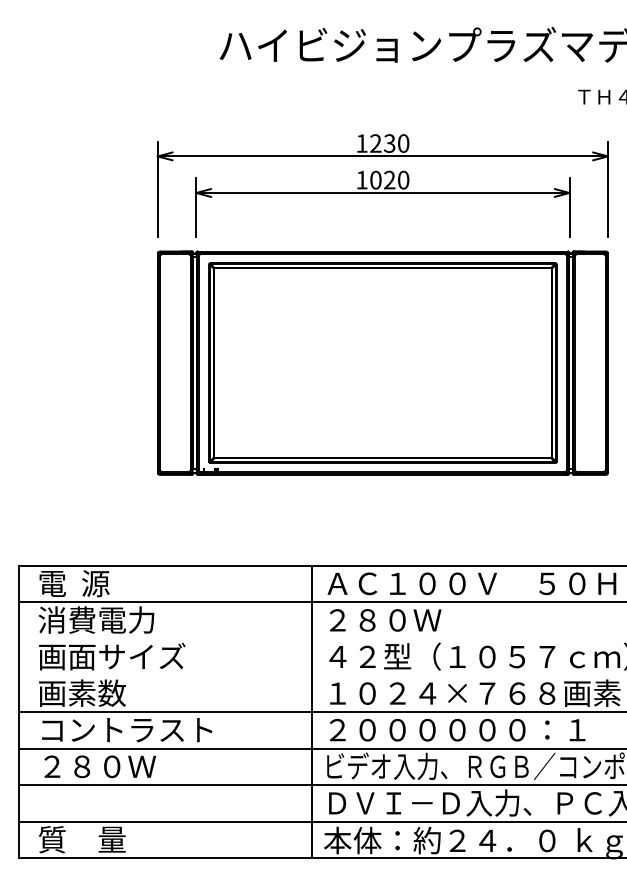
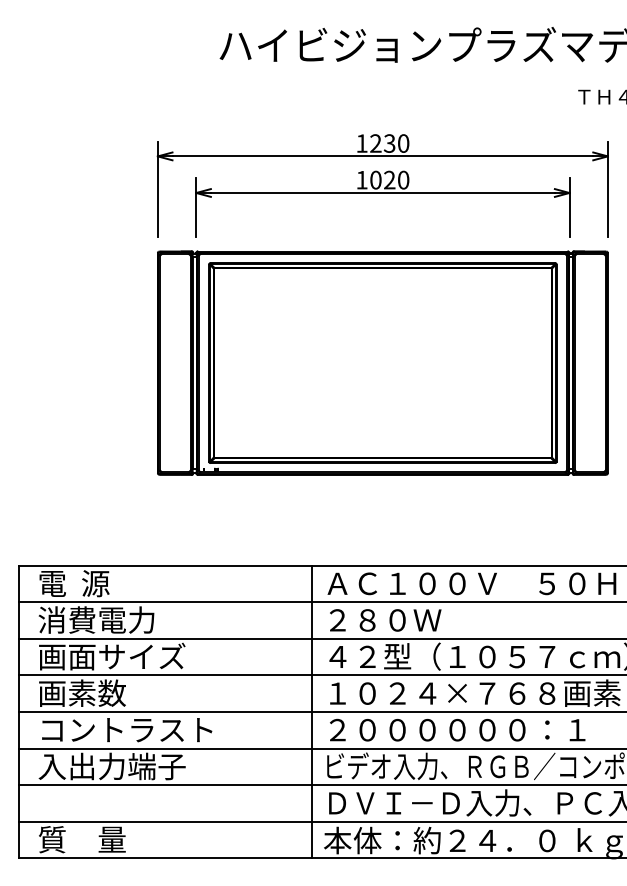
line at (321, 638): none -> present
line at (321, 675): none -> present
text at (111, 766): ２８０Ｗ -> 入出力端子
